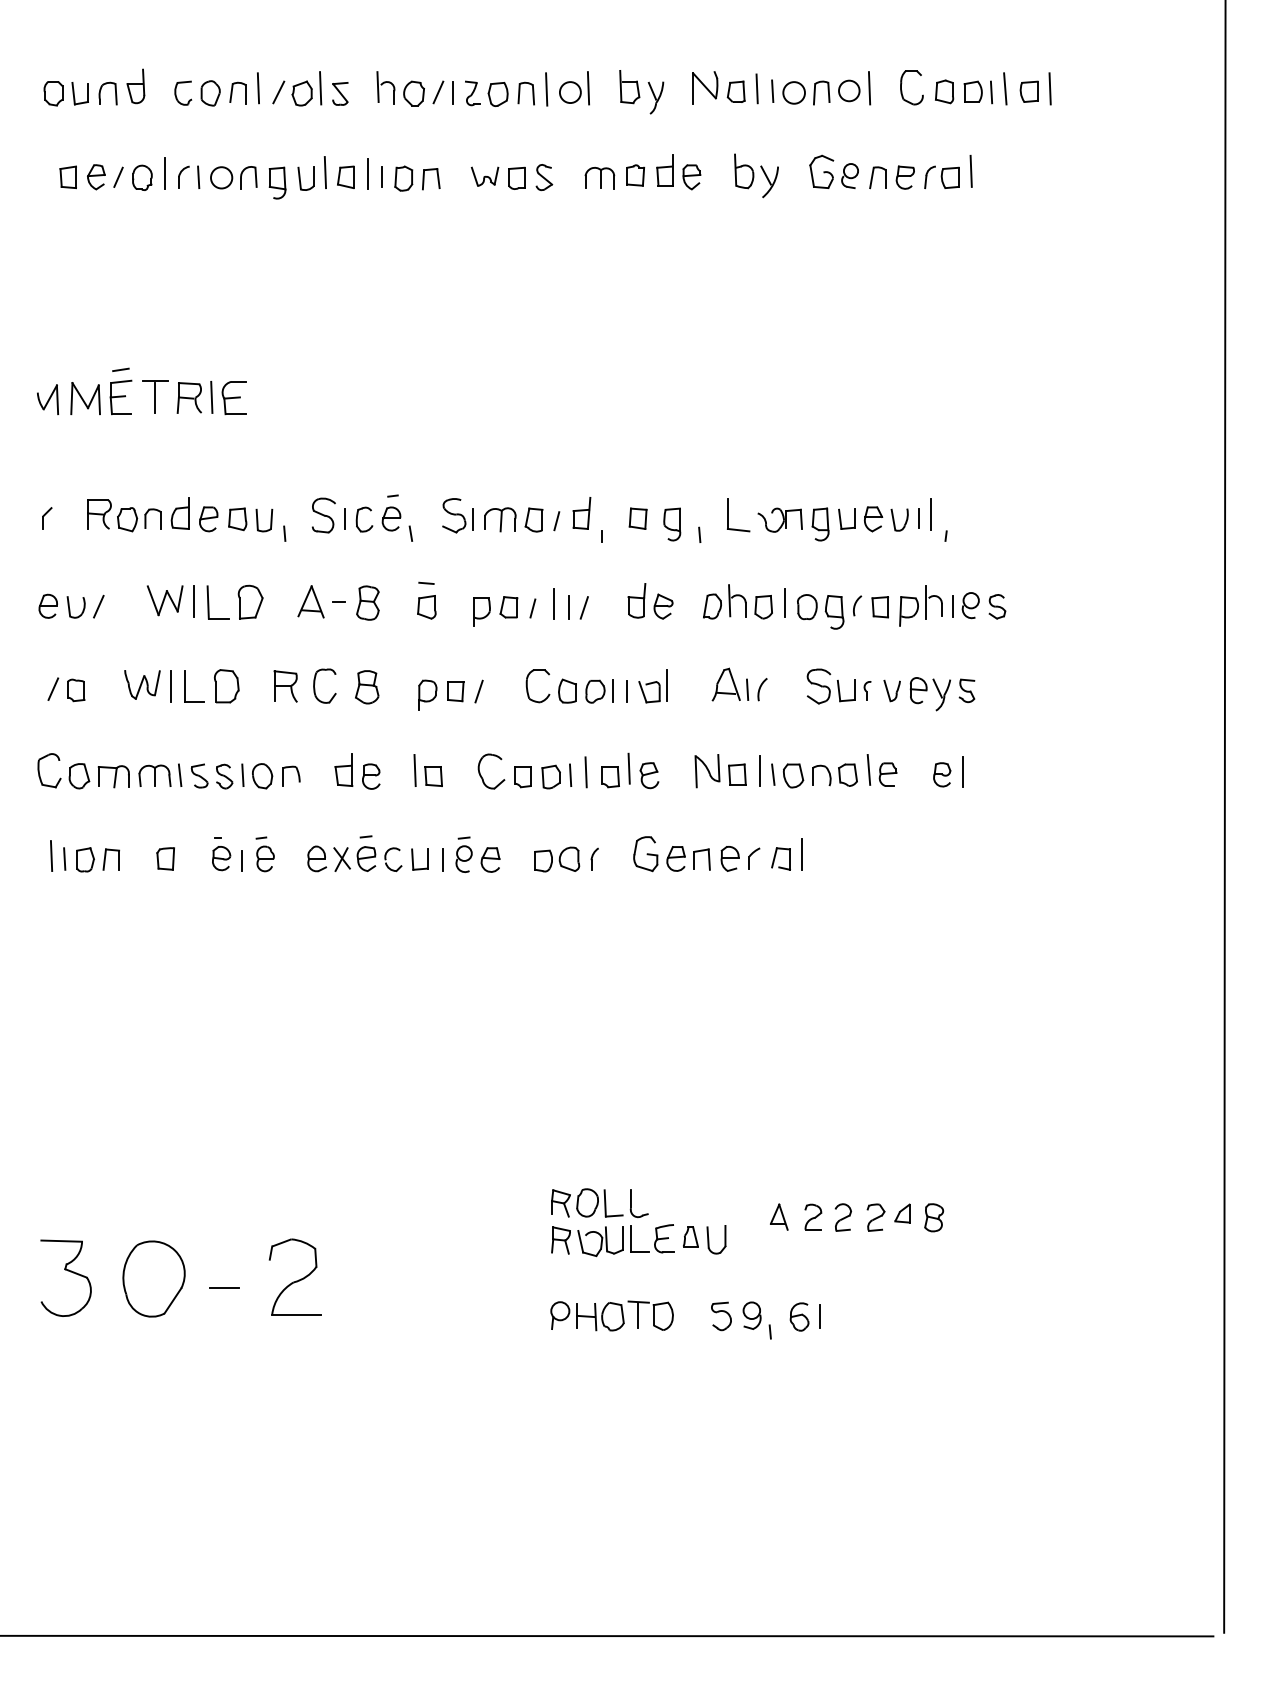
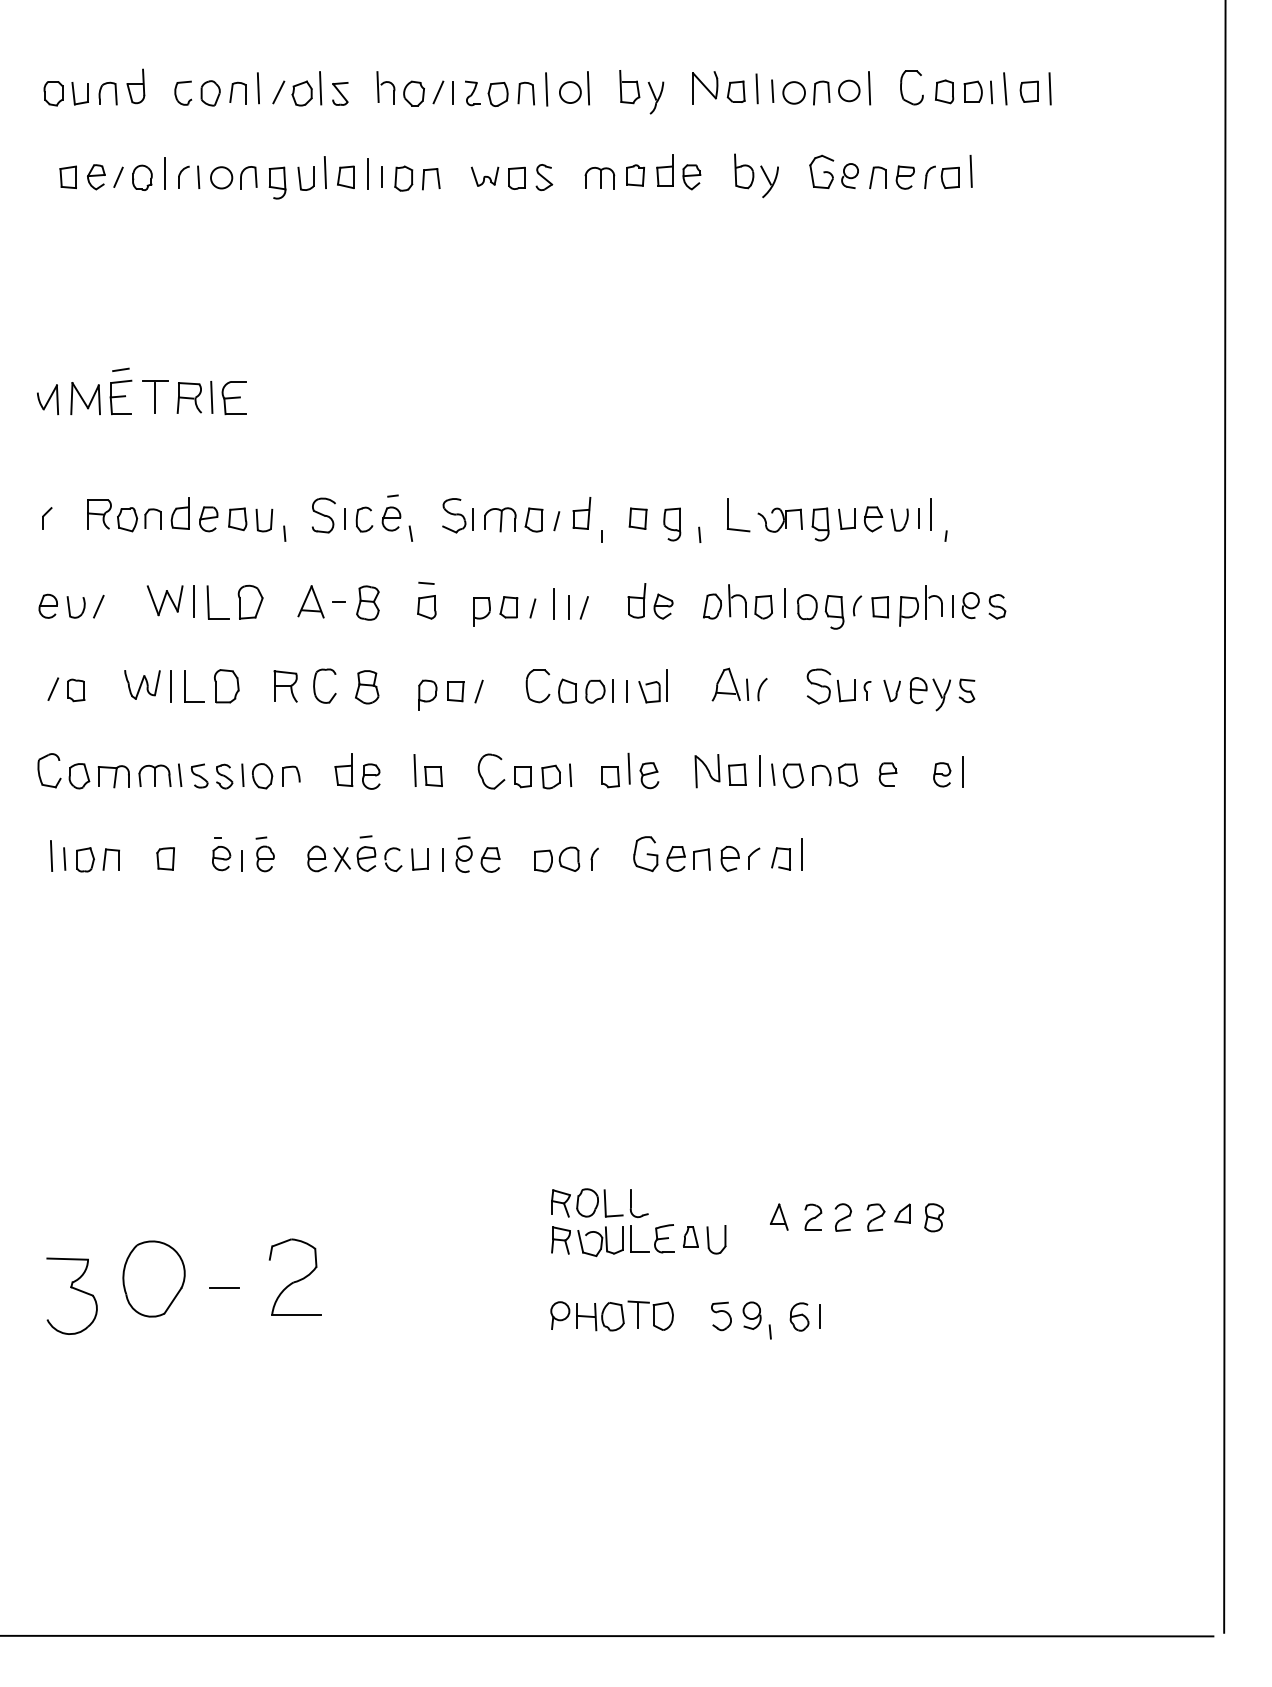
line at (868, 769): present -> none
line at (585, 772): present -> none
part at (67, 1271) position: (67, 1271) -> (73, 1289)
